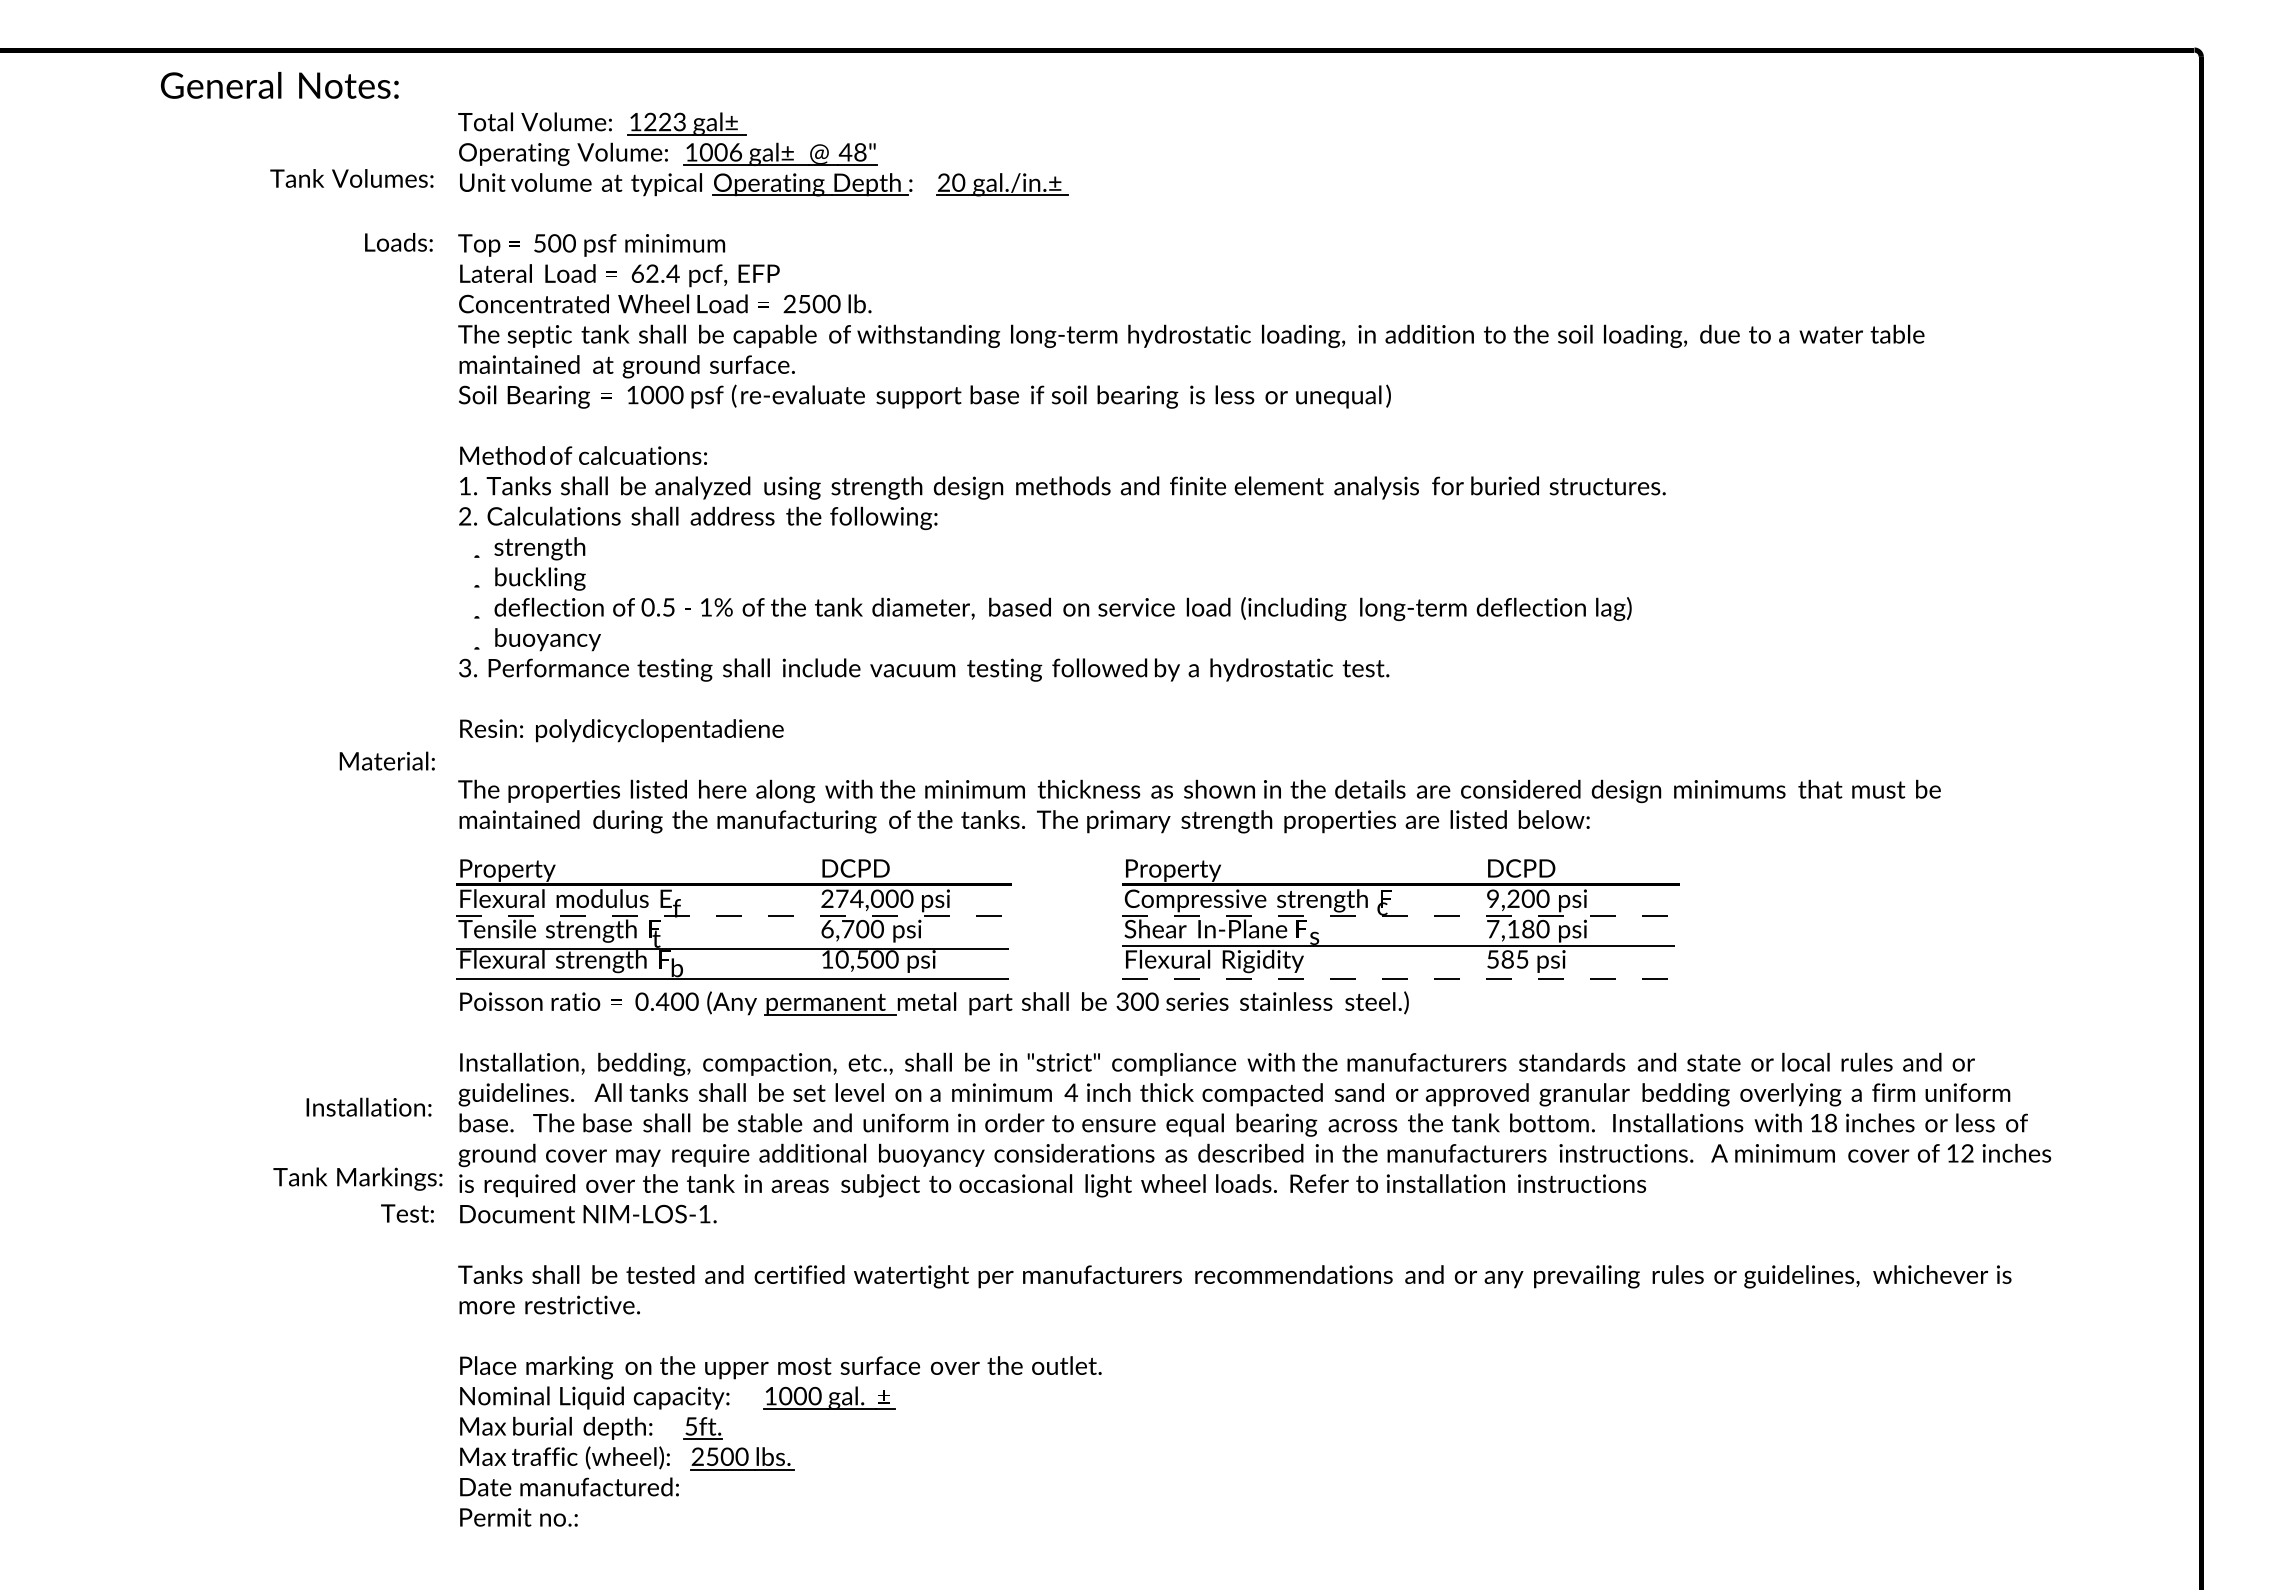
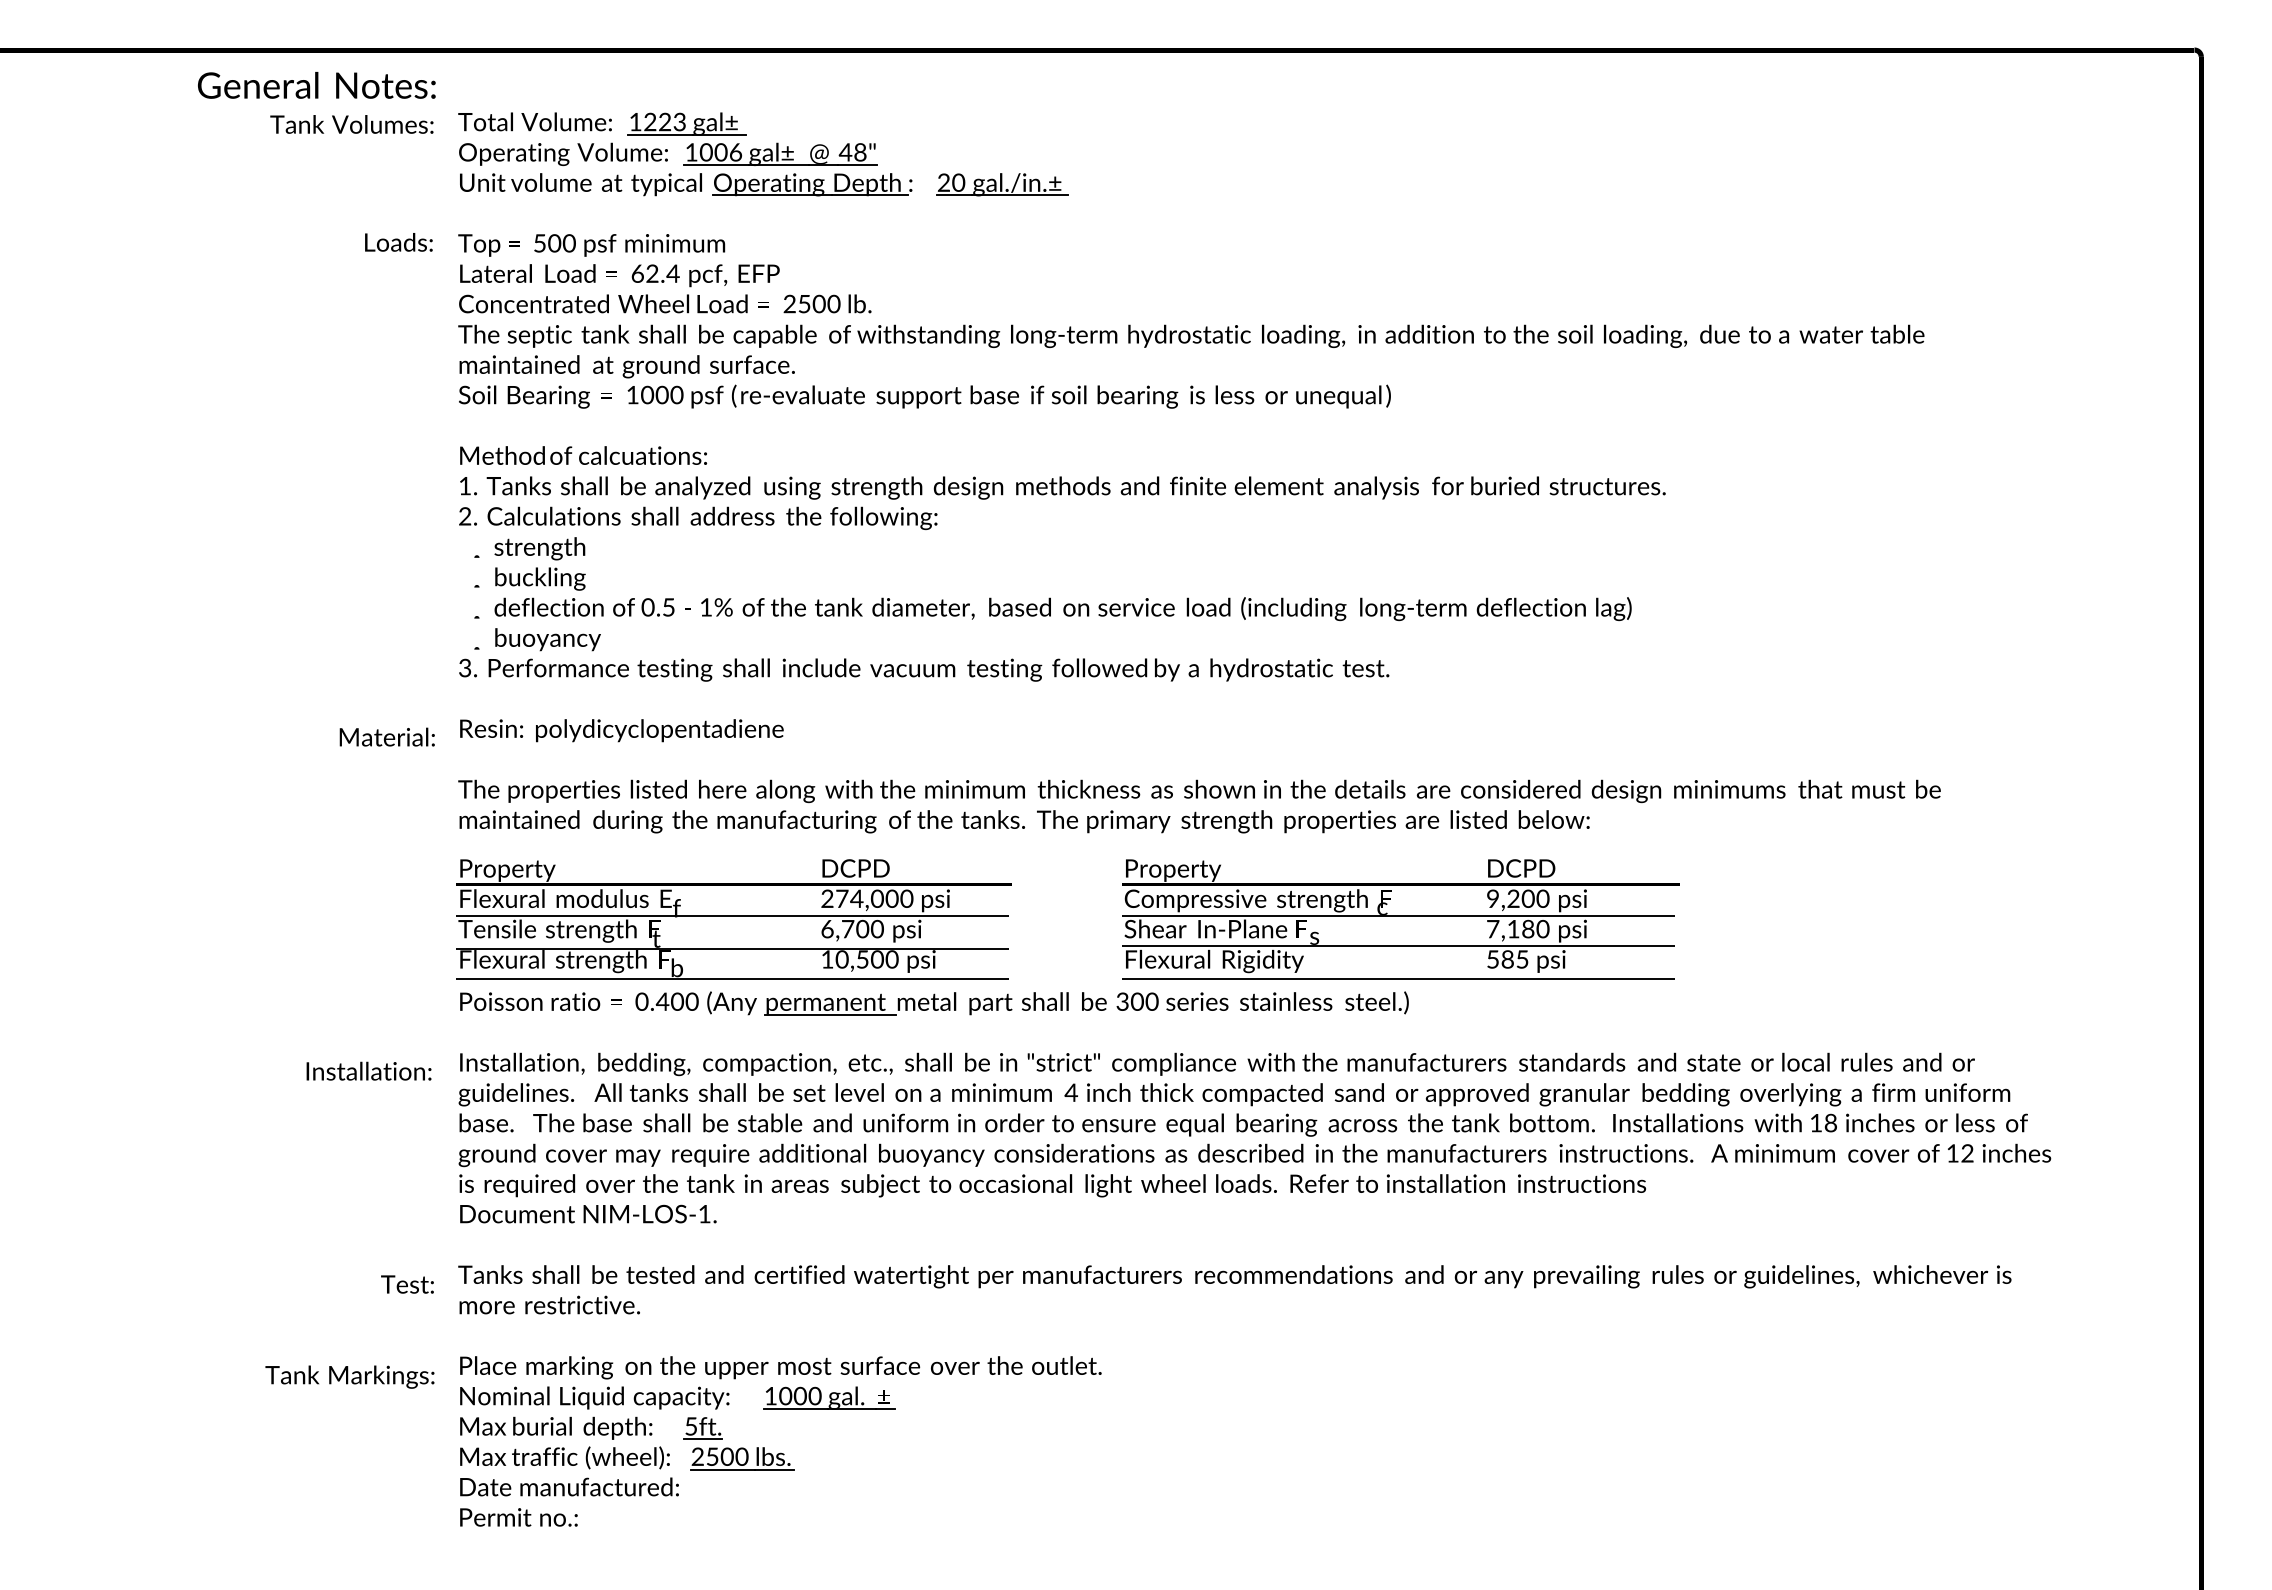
text at (279, 85) position: (279, 85) -> (316, 85)
text at (351, 178) position: (351, 178) -> (351, 124)
text at (386, 760) position: (386, 760) -> (386, 736)
line at (733, 916): dashed -> solid
line at (1398, 916): dashed -> solid
line at (1398, 979): dashed -> solid
text at (368, 1106) position: (368, 1106) -> (368, 1070)
text at (357, 1178) position: (357, 1178) -> (349, 1376)
text at (407, 1213) position: (407, 1213) -> (407, 1284)
